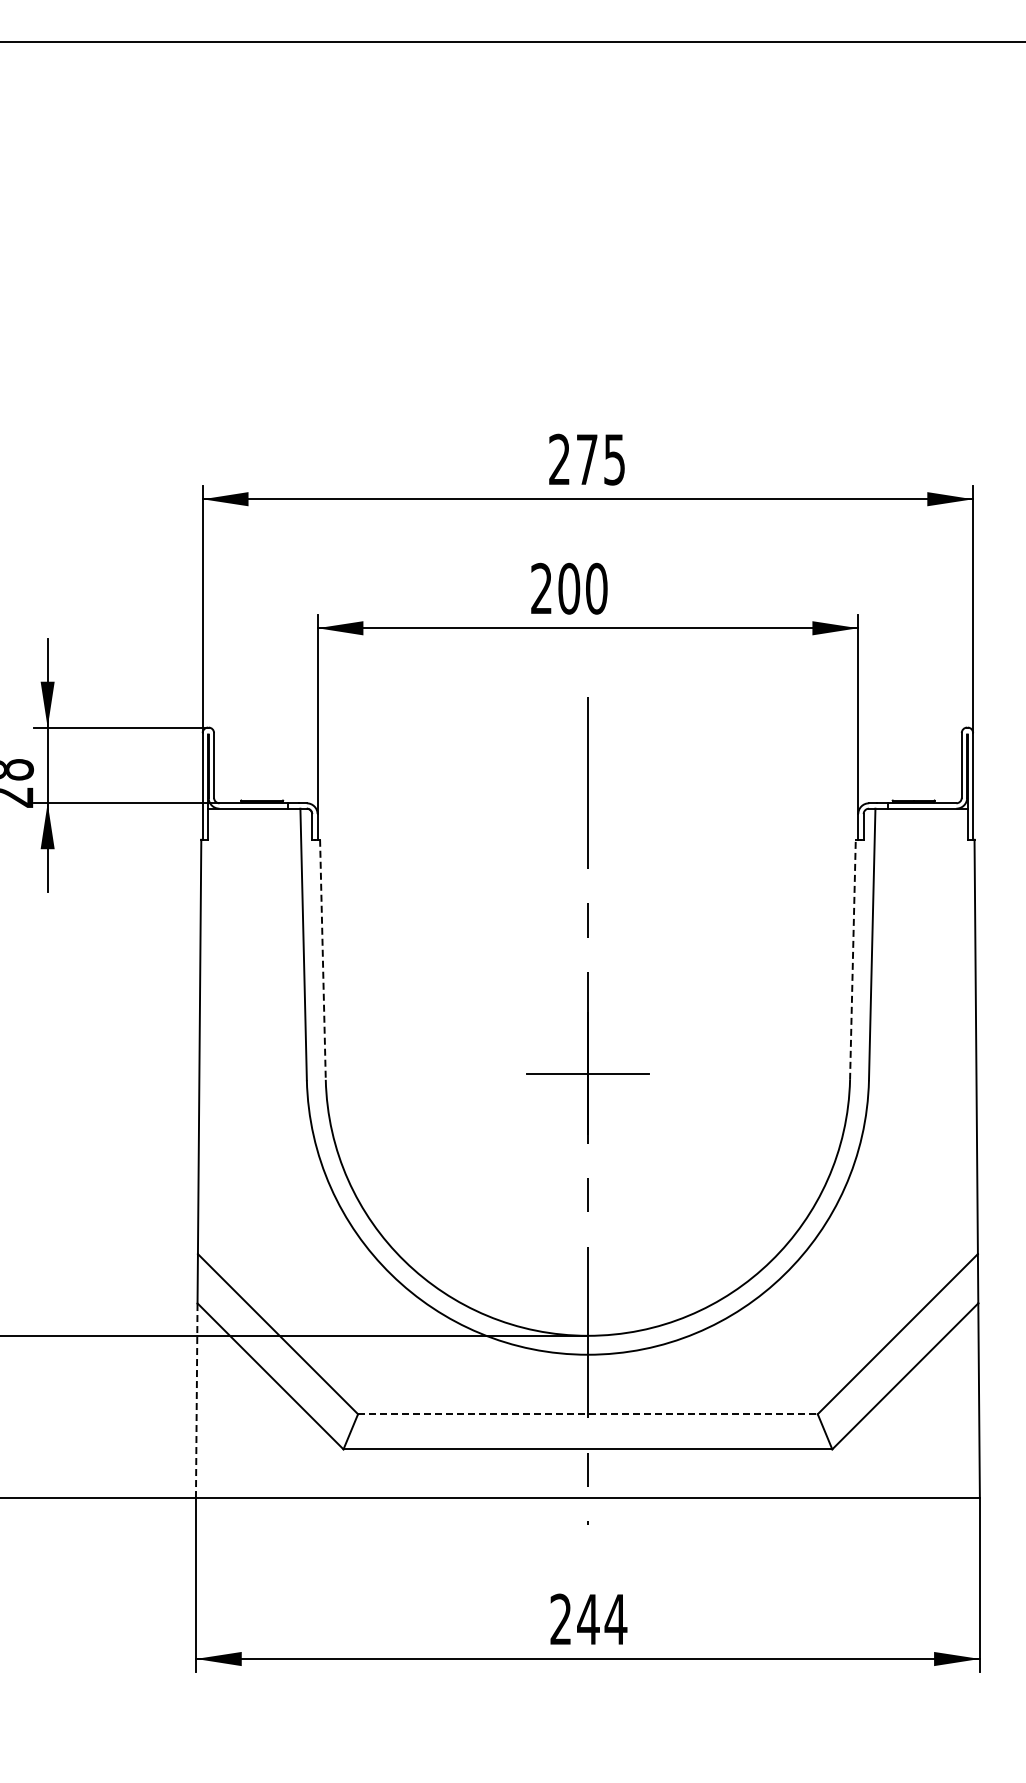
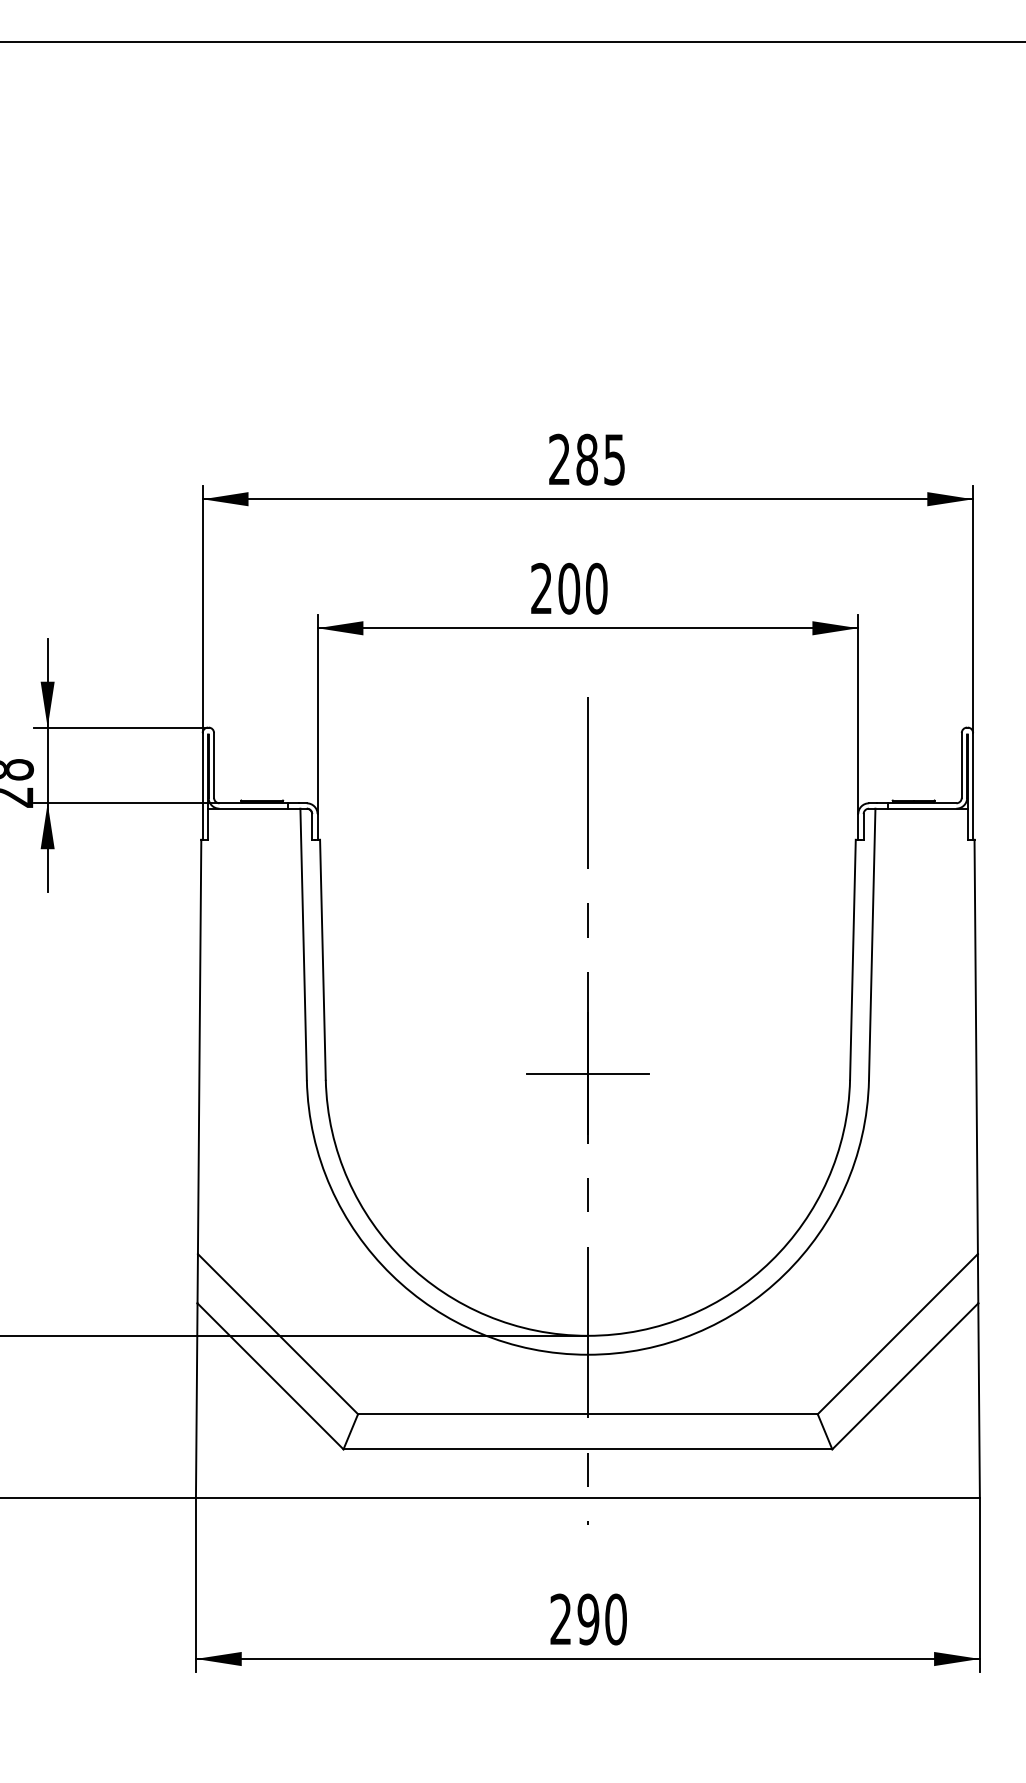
text at (587, 459): 275 -> 285
line at (852, 959): dashed -> solid
line at (322, 960): dashed -> solid
line at (196, 1400): dashed -> solid
line at (587, 1414): dashed -> solid
text at (602, 1619): 244 -> 290
